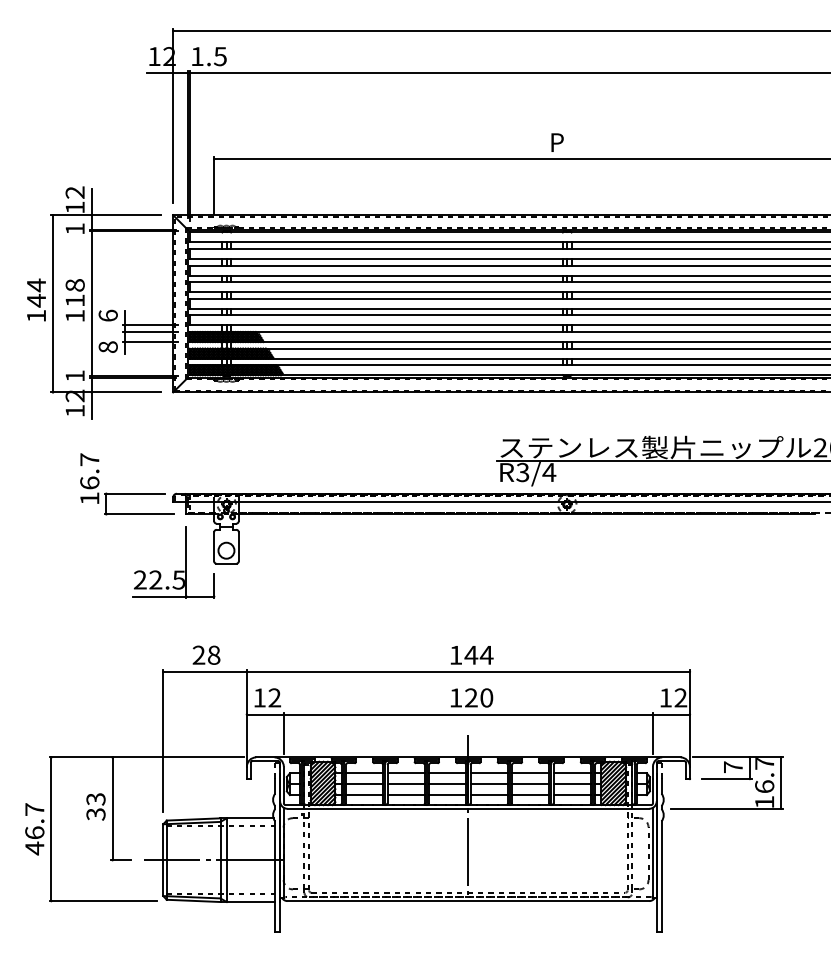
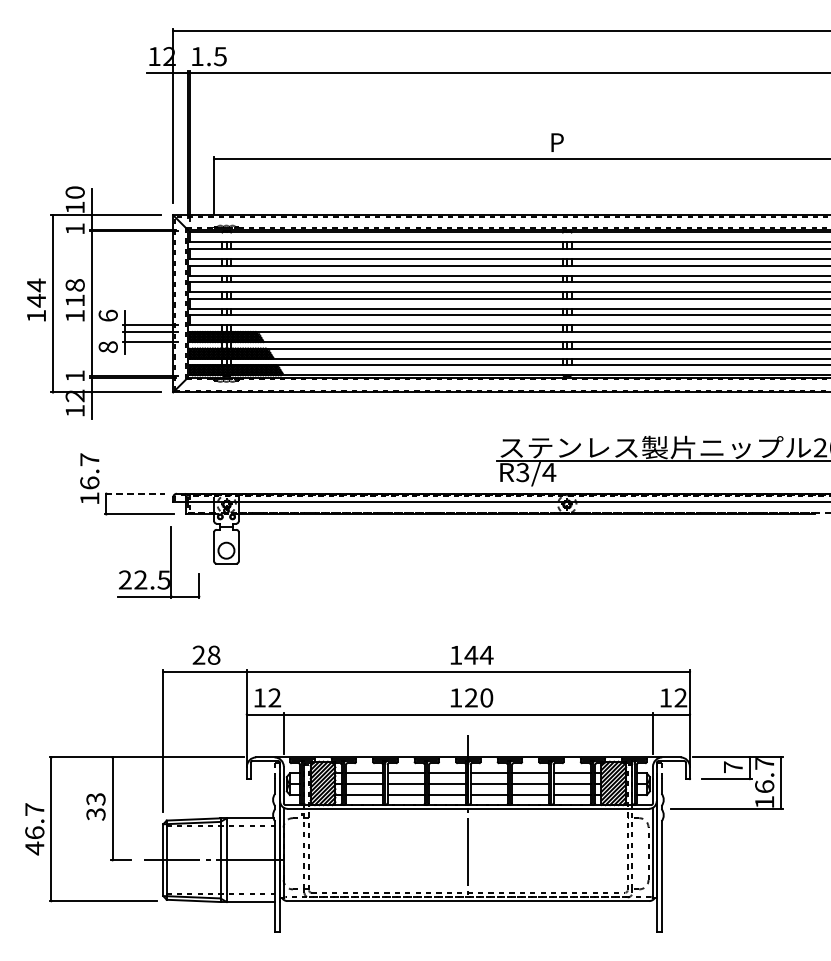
text at (74, 192): 12 -> 10
line at (135, 493): solid -> dashed
part at (174, 570) position: (174, 570) -> (159, 570)
